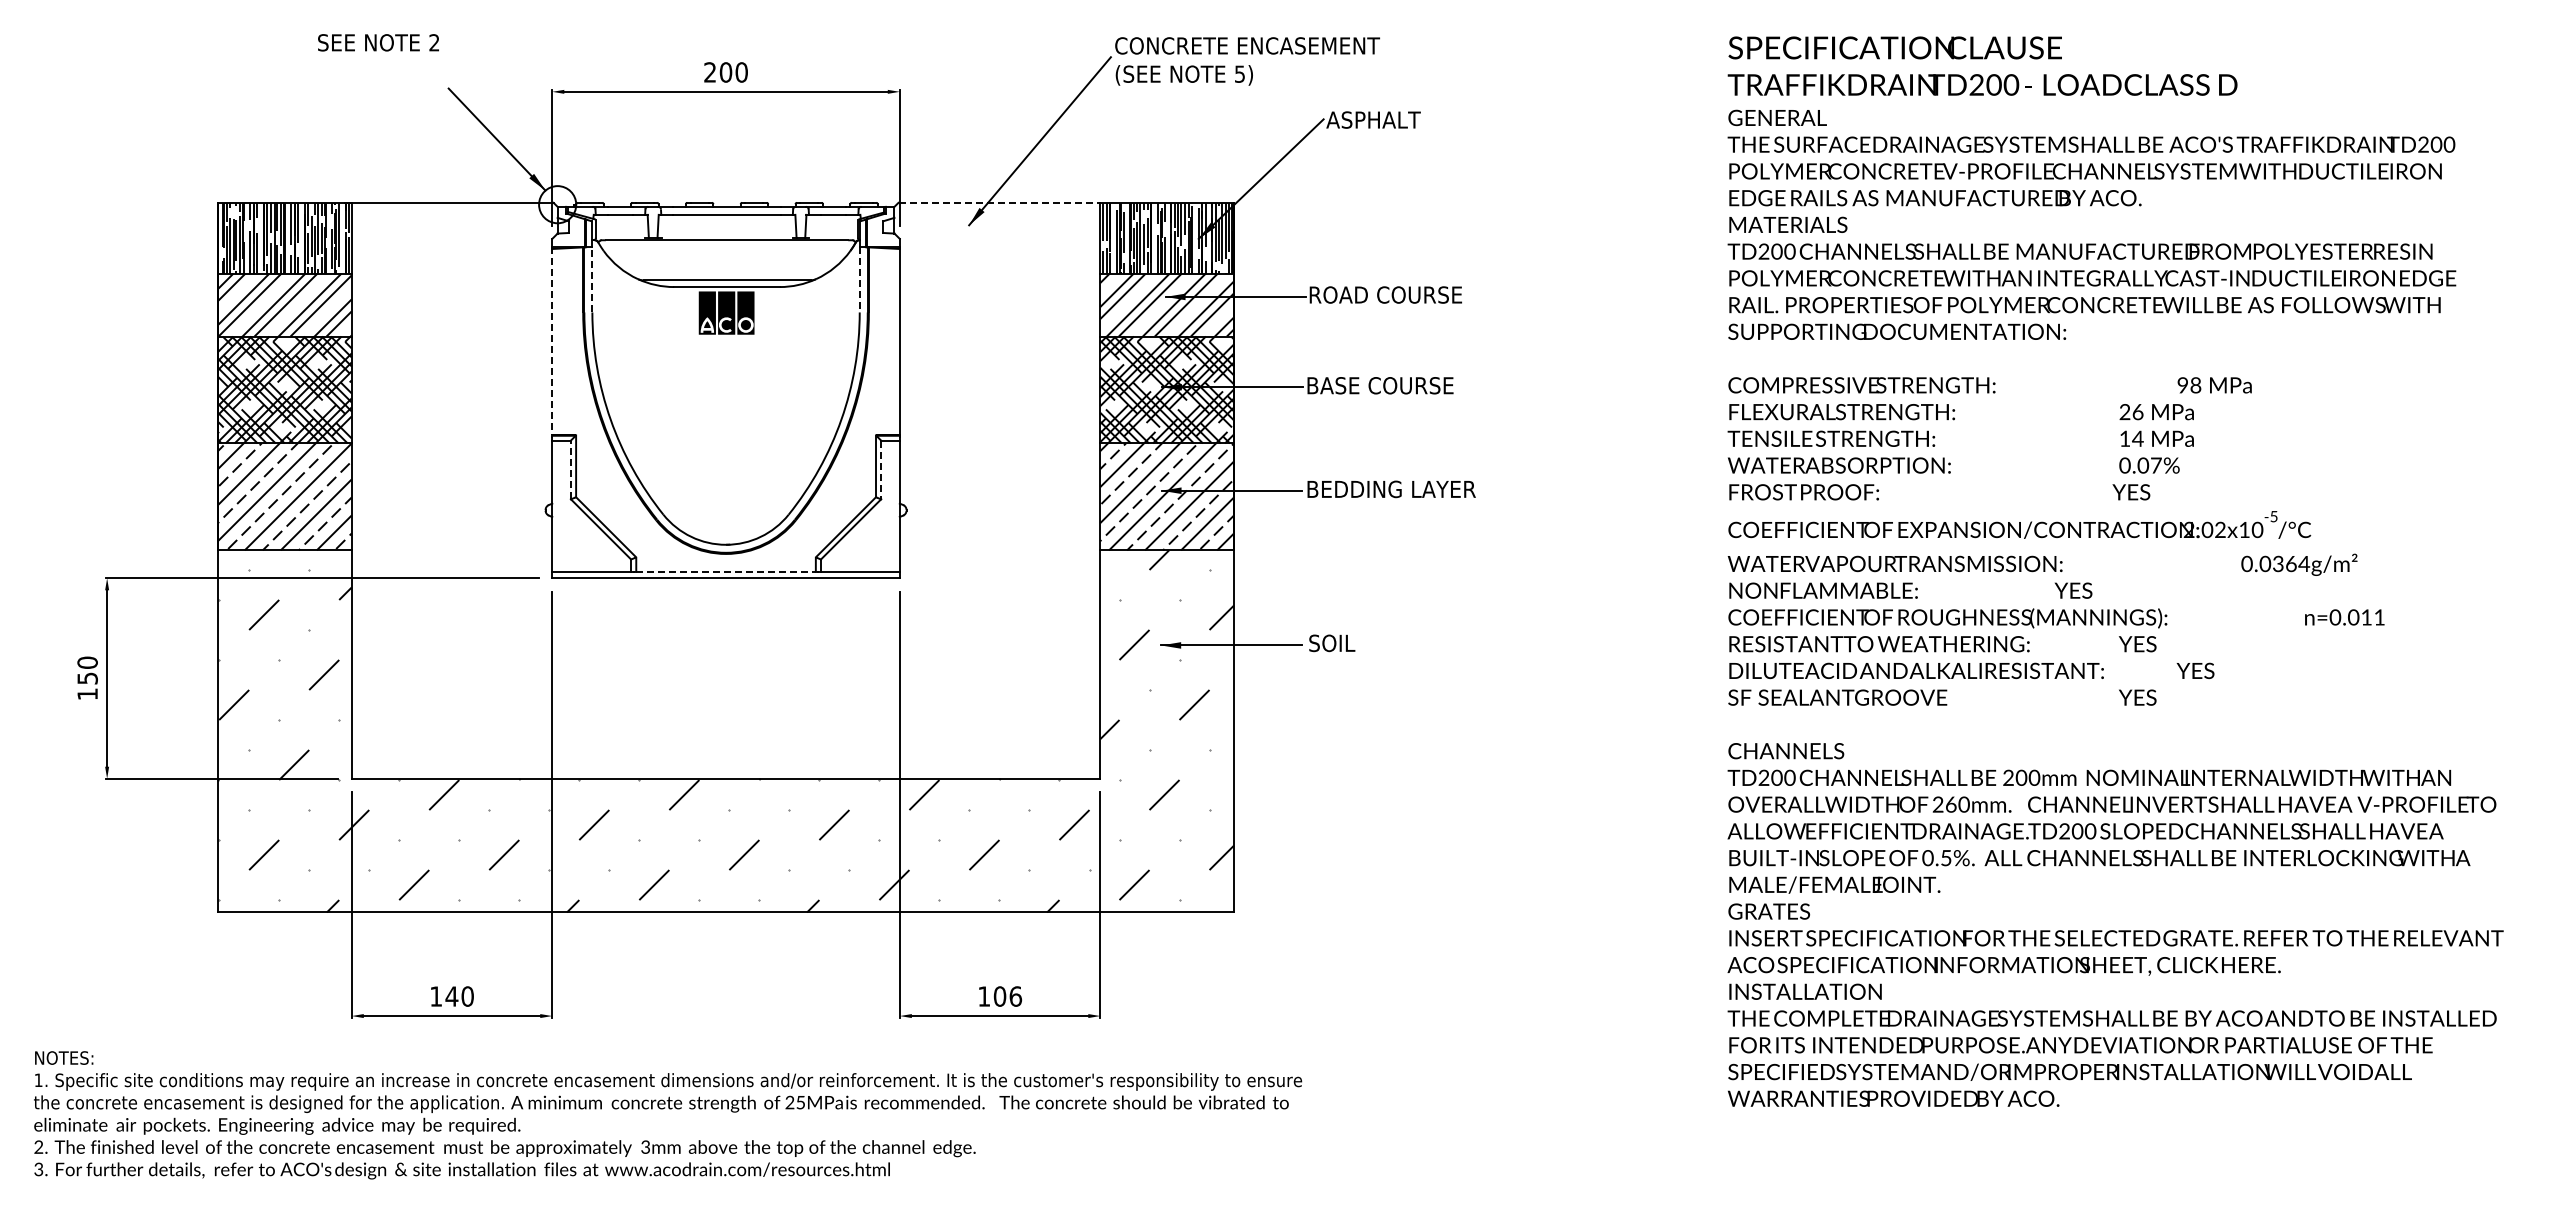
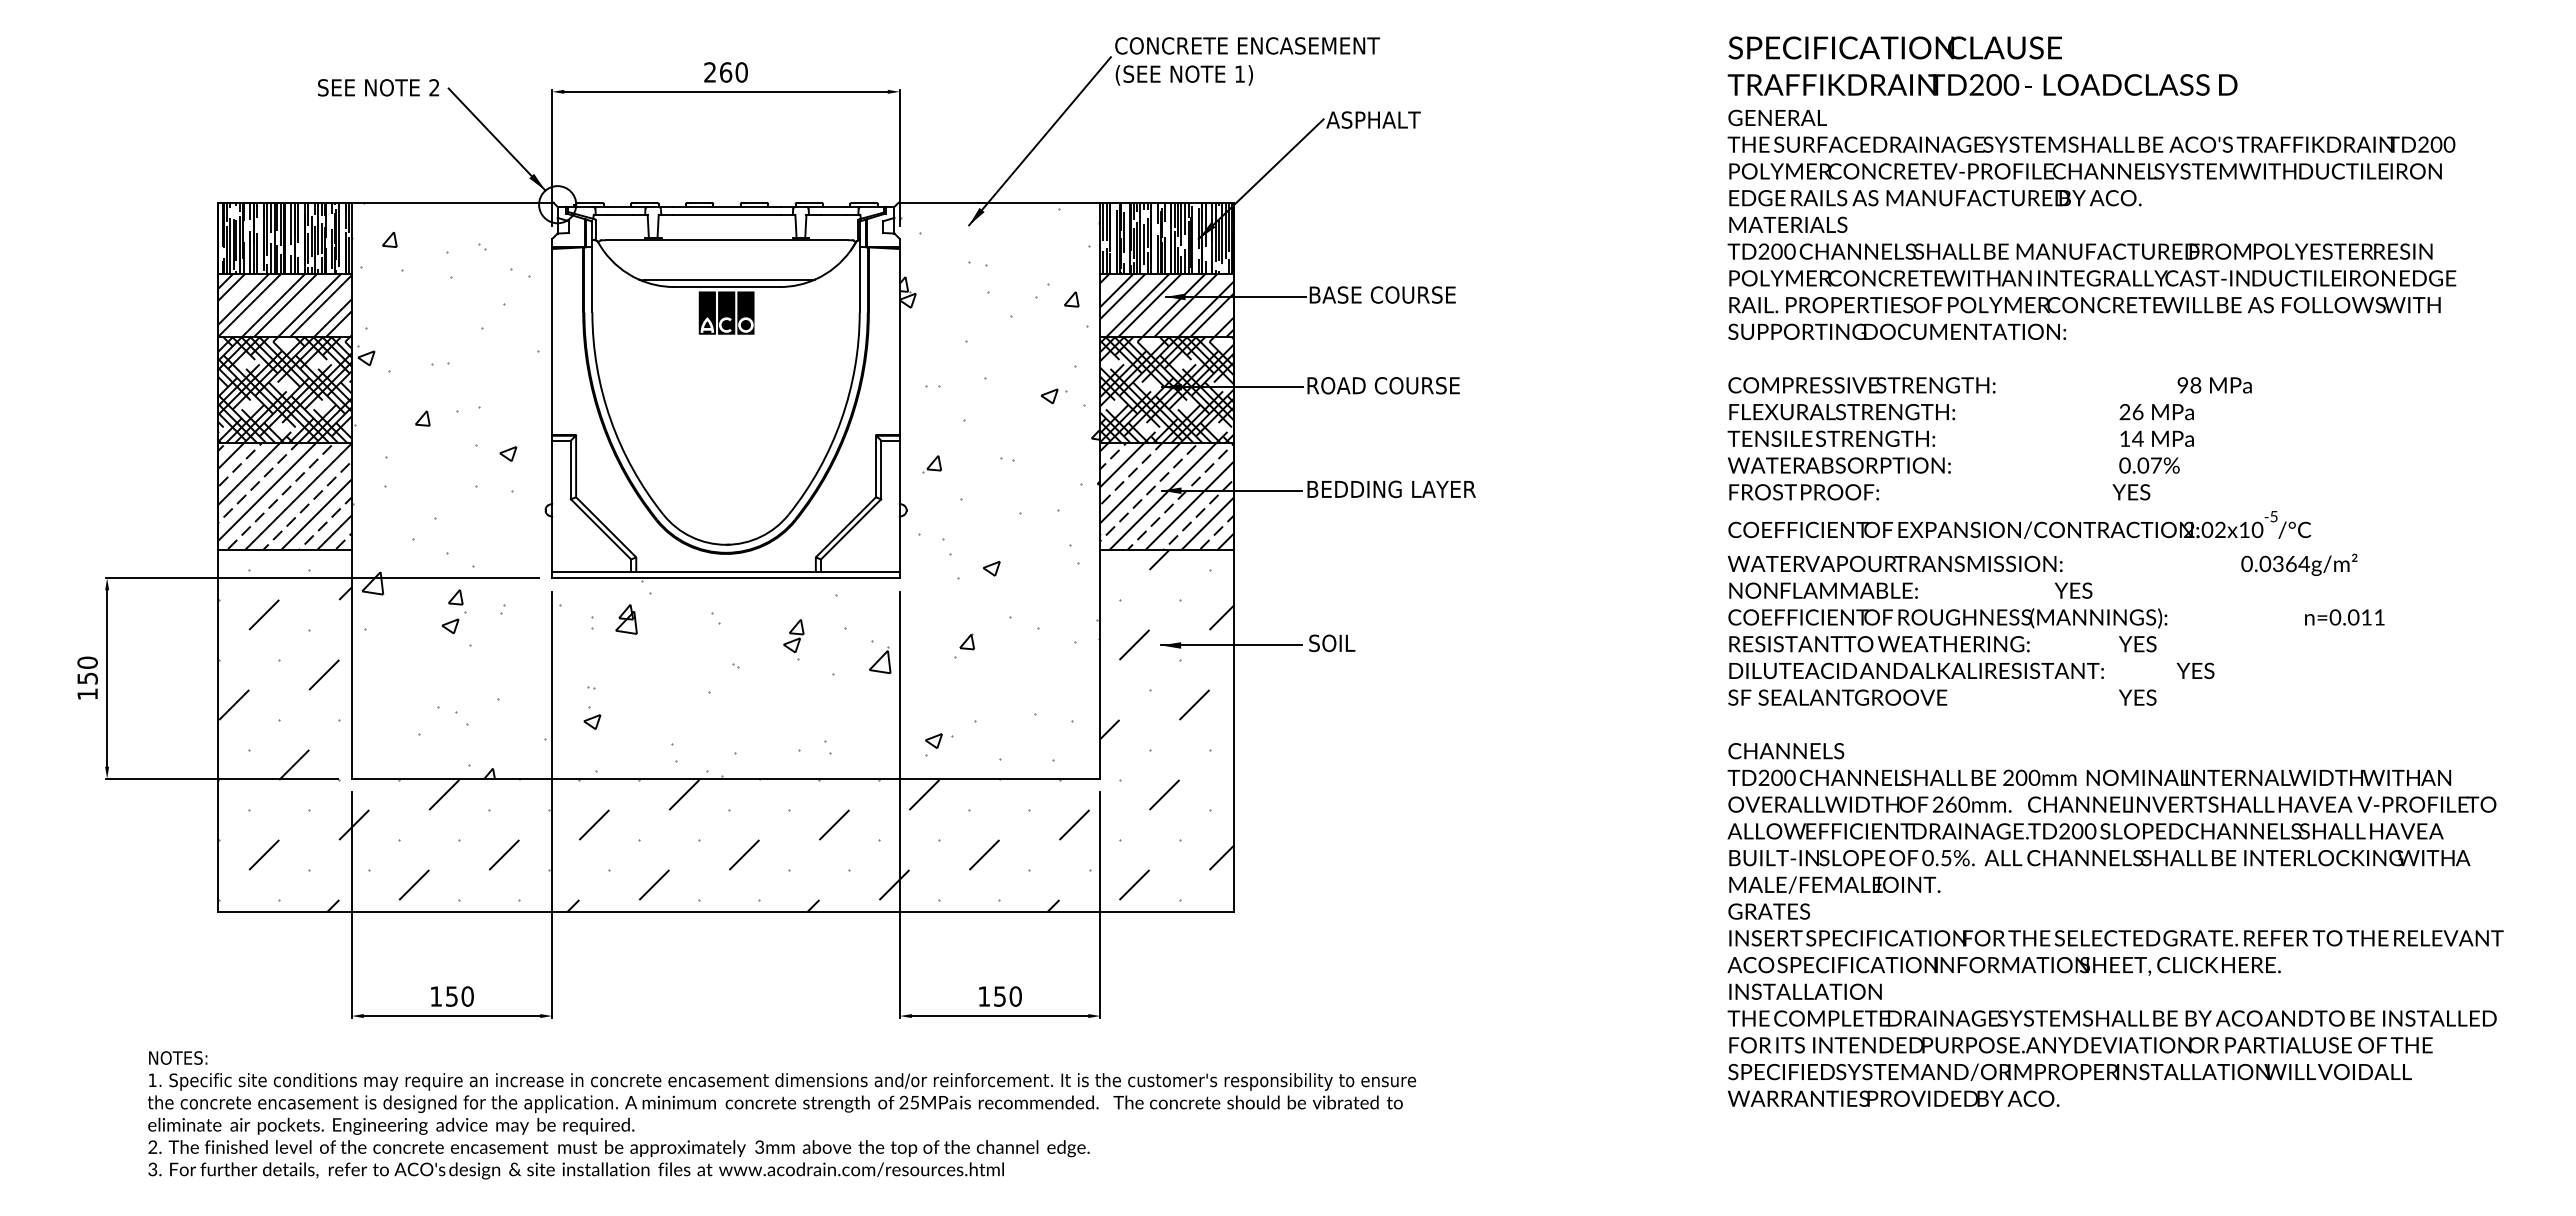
text at (378, 42) position: (378, 42) -> (378, 87)
text at (725, 72): 200 -> 260
text at (1239, 73): 5) -> 1)
line at (999, 202): dashed -> solid
line at (592, 279): dashed -> solid
line at (859, 279): dashed -> solid
text at (1386, 294): ROAD COURSE -> BASE COURSE
line at (552, 341): dashed -> solid
text at (1384, 385): BASE COURSE -> ROAD COURSE
line at (571, 469): dashed -> solid
line at (881, 470): dashed -> solid
hatch at (725, 490): none -> present
line at (726, 571): dashed -> solid
text at (451, 996): 140 -> 150
text at (1007, 996): 106 -> 150
text at (668, 1115) position: (668, 1115) -> (782, 1115)
